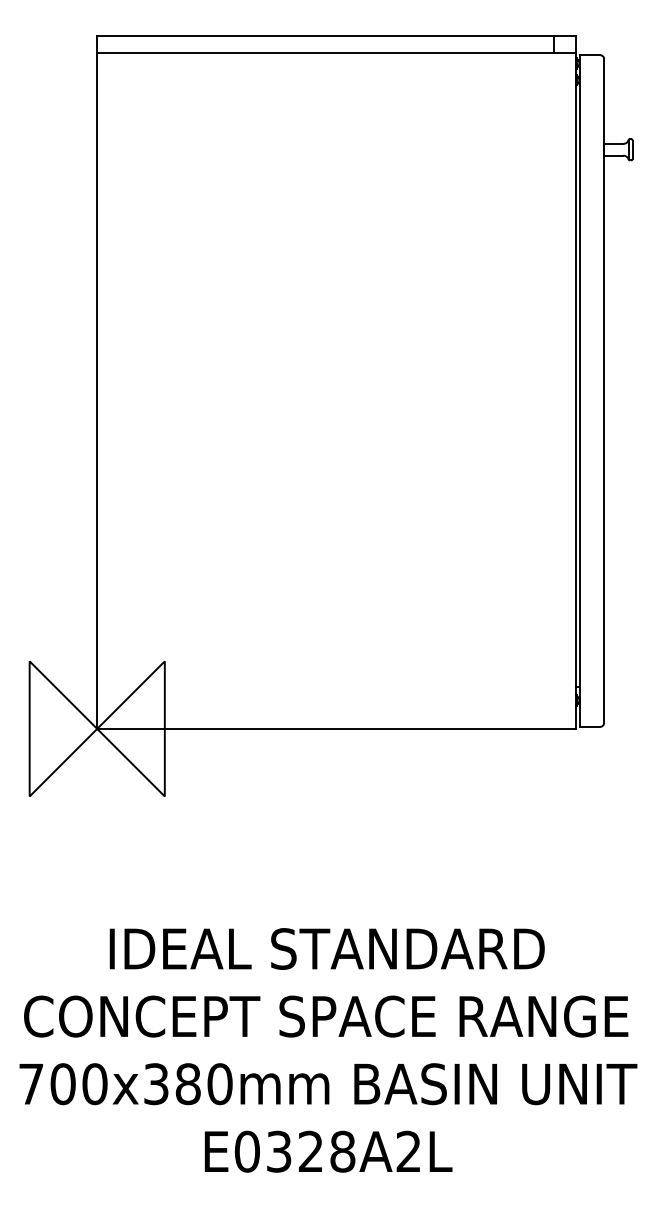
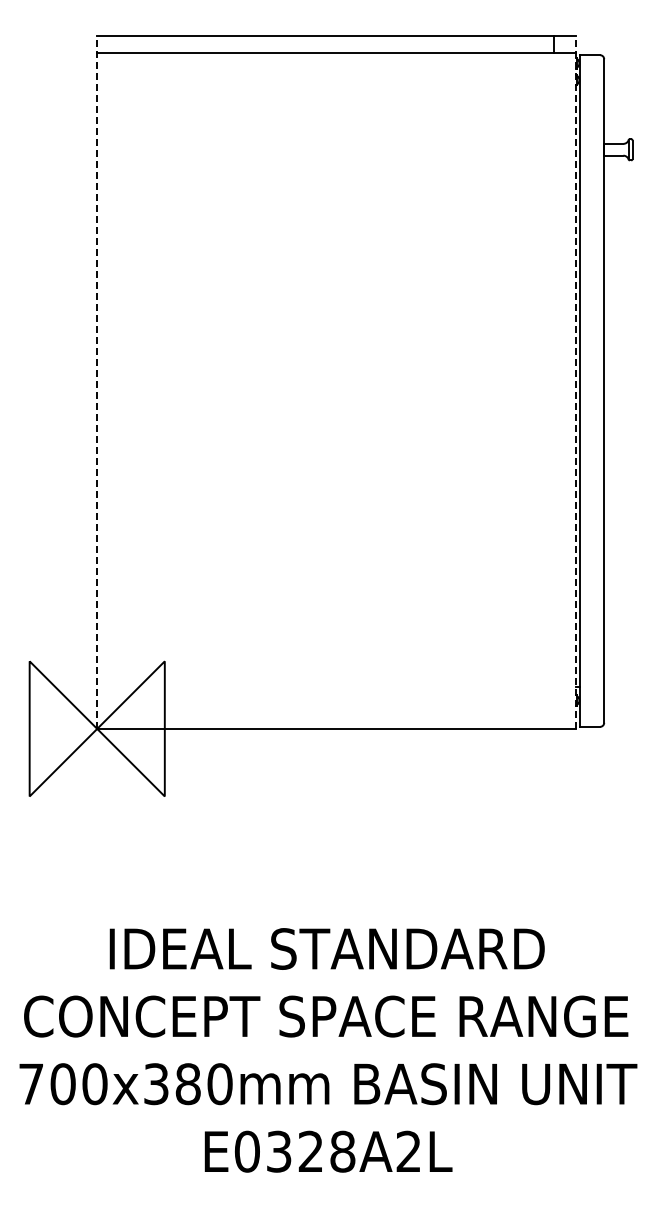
line at (97, 382): solid -> dashed
line at (575, 382): solid -> dashed
